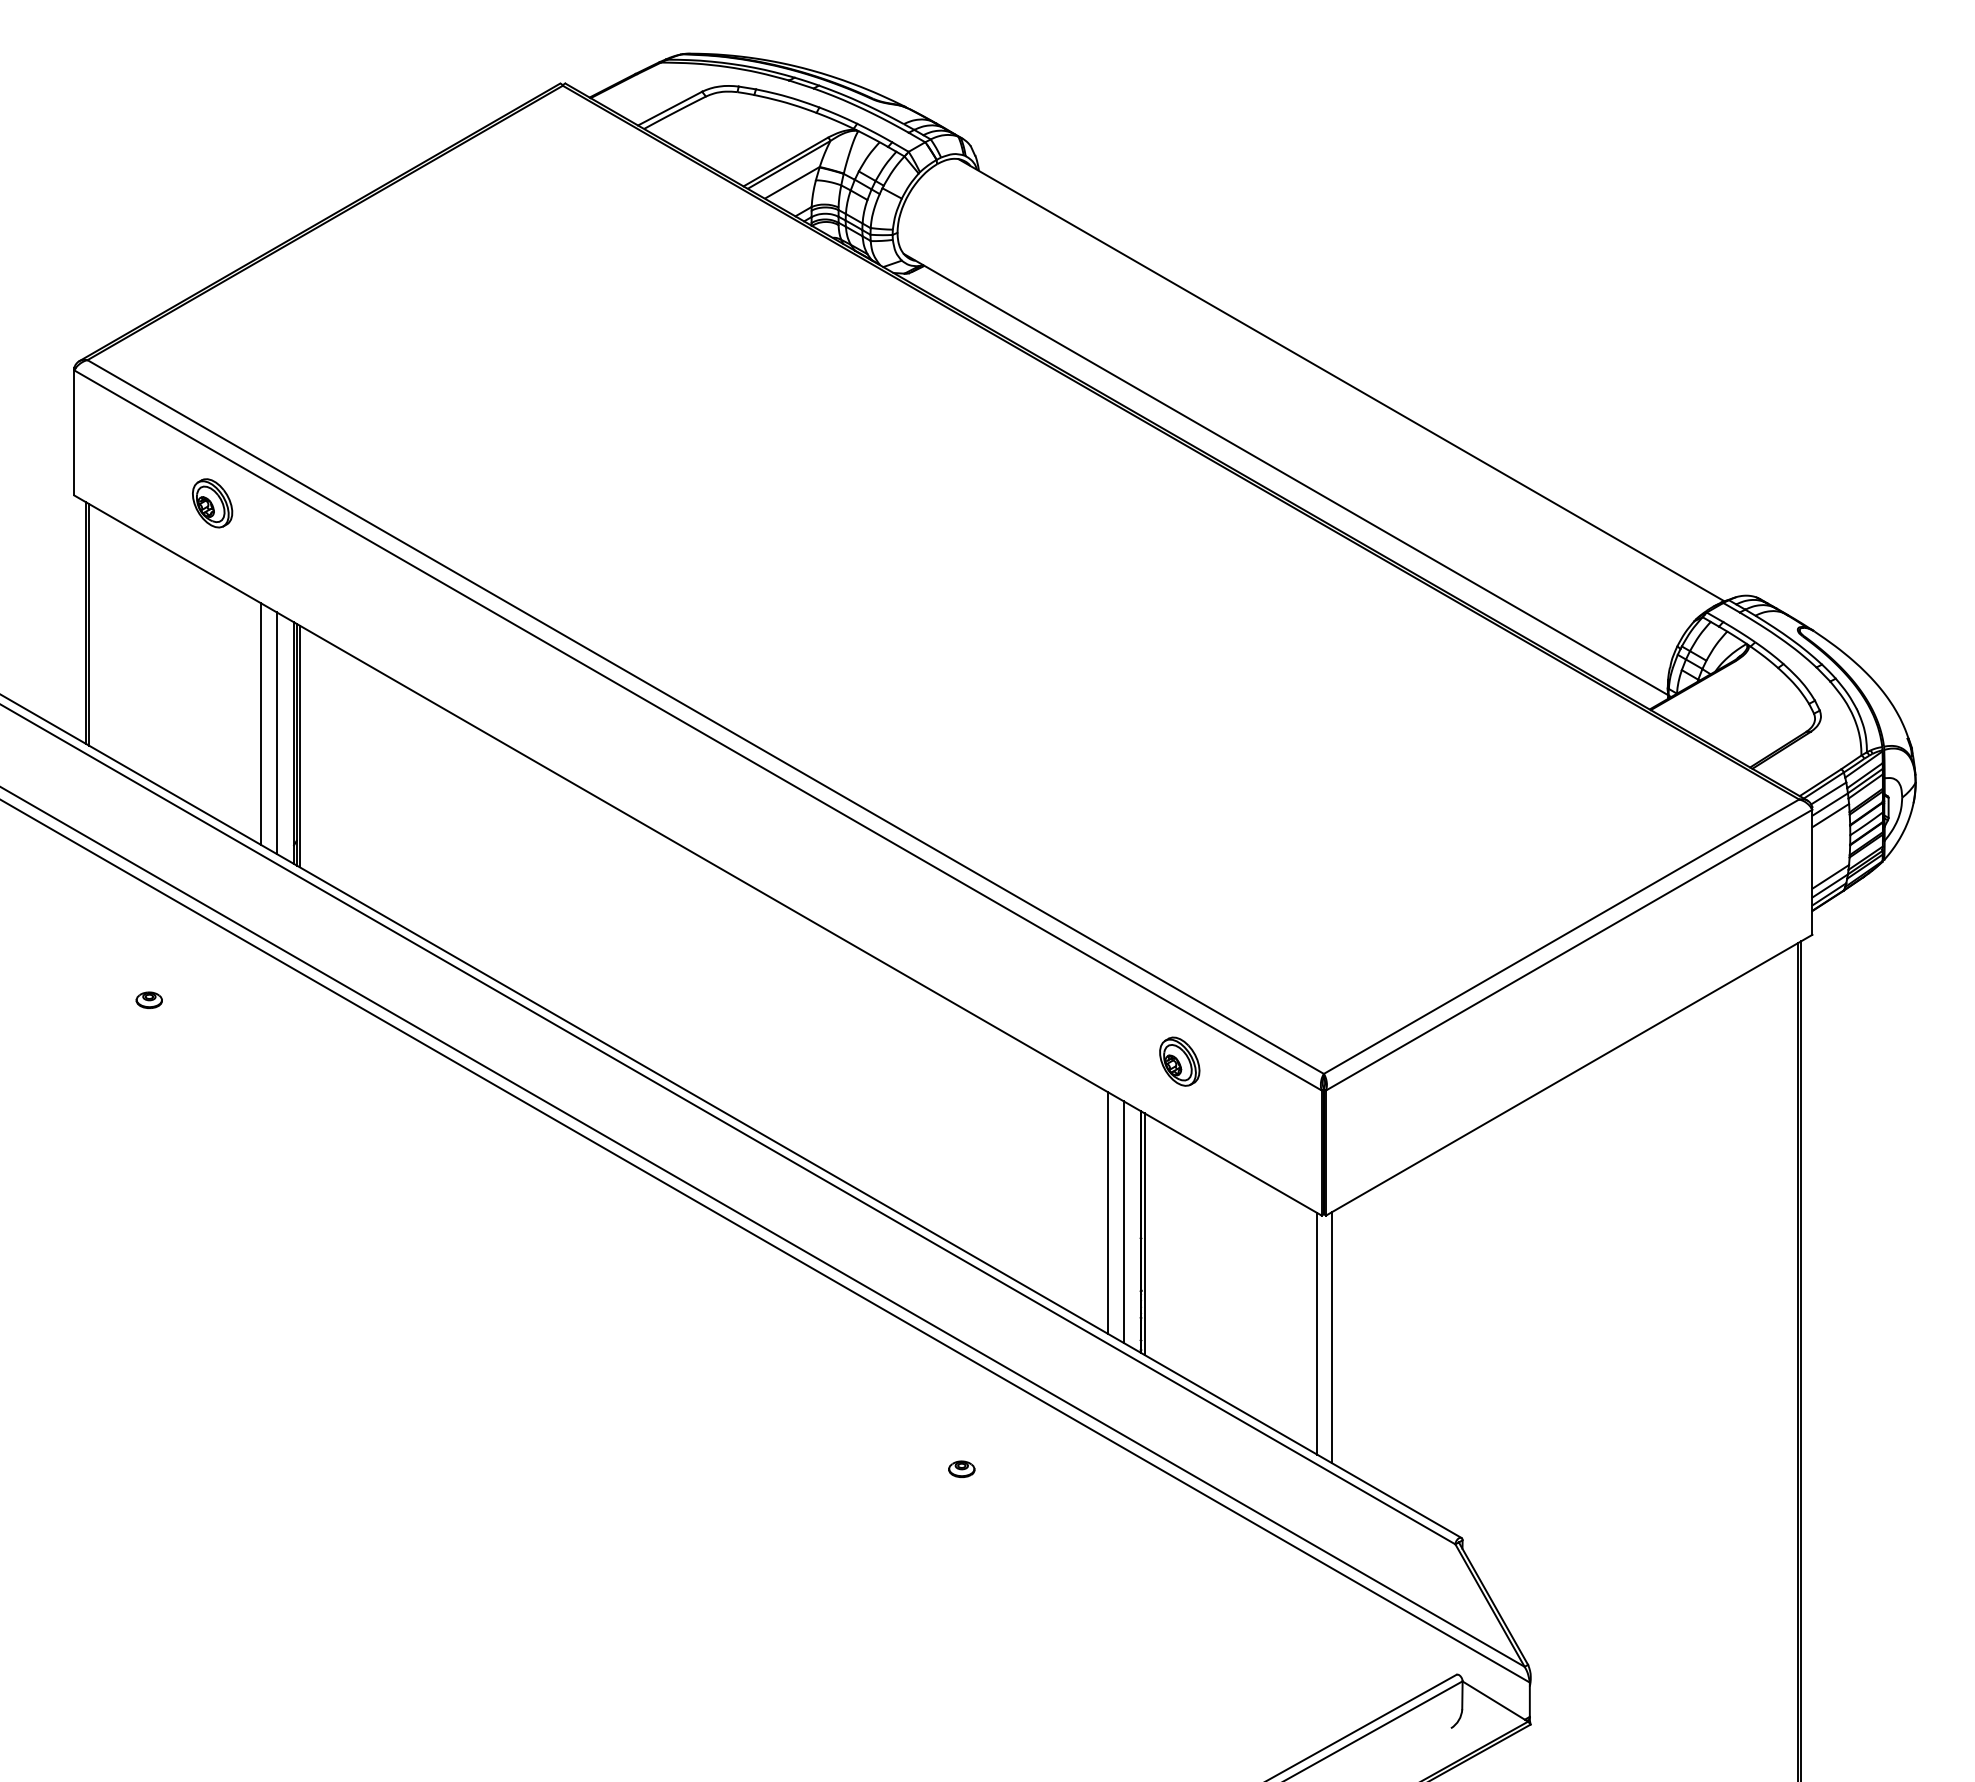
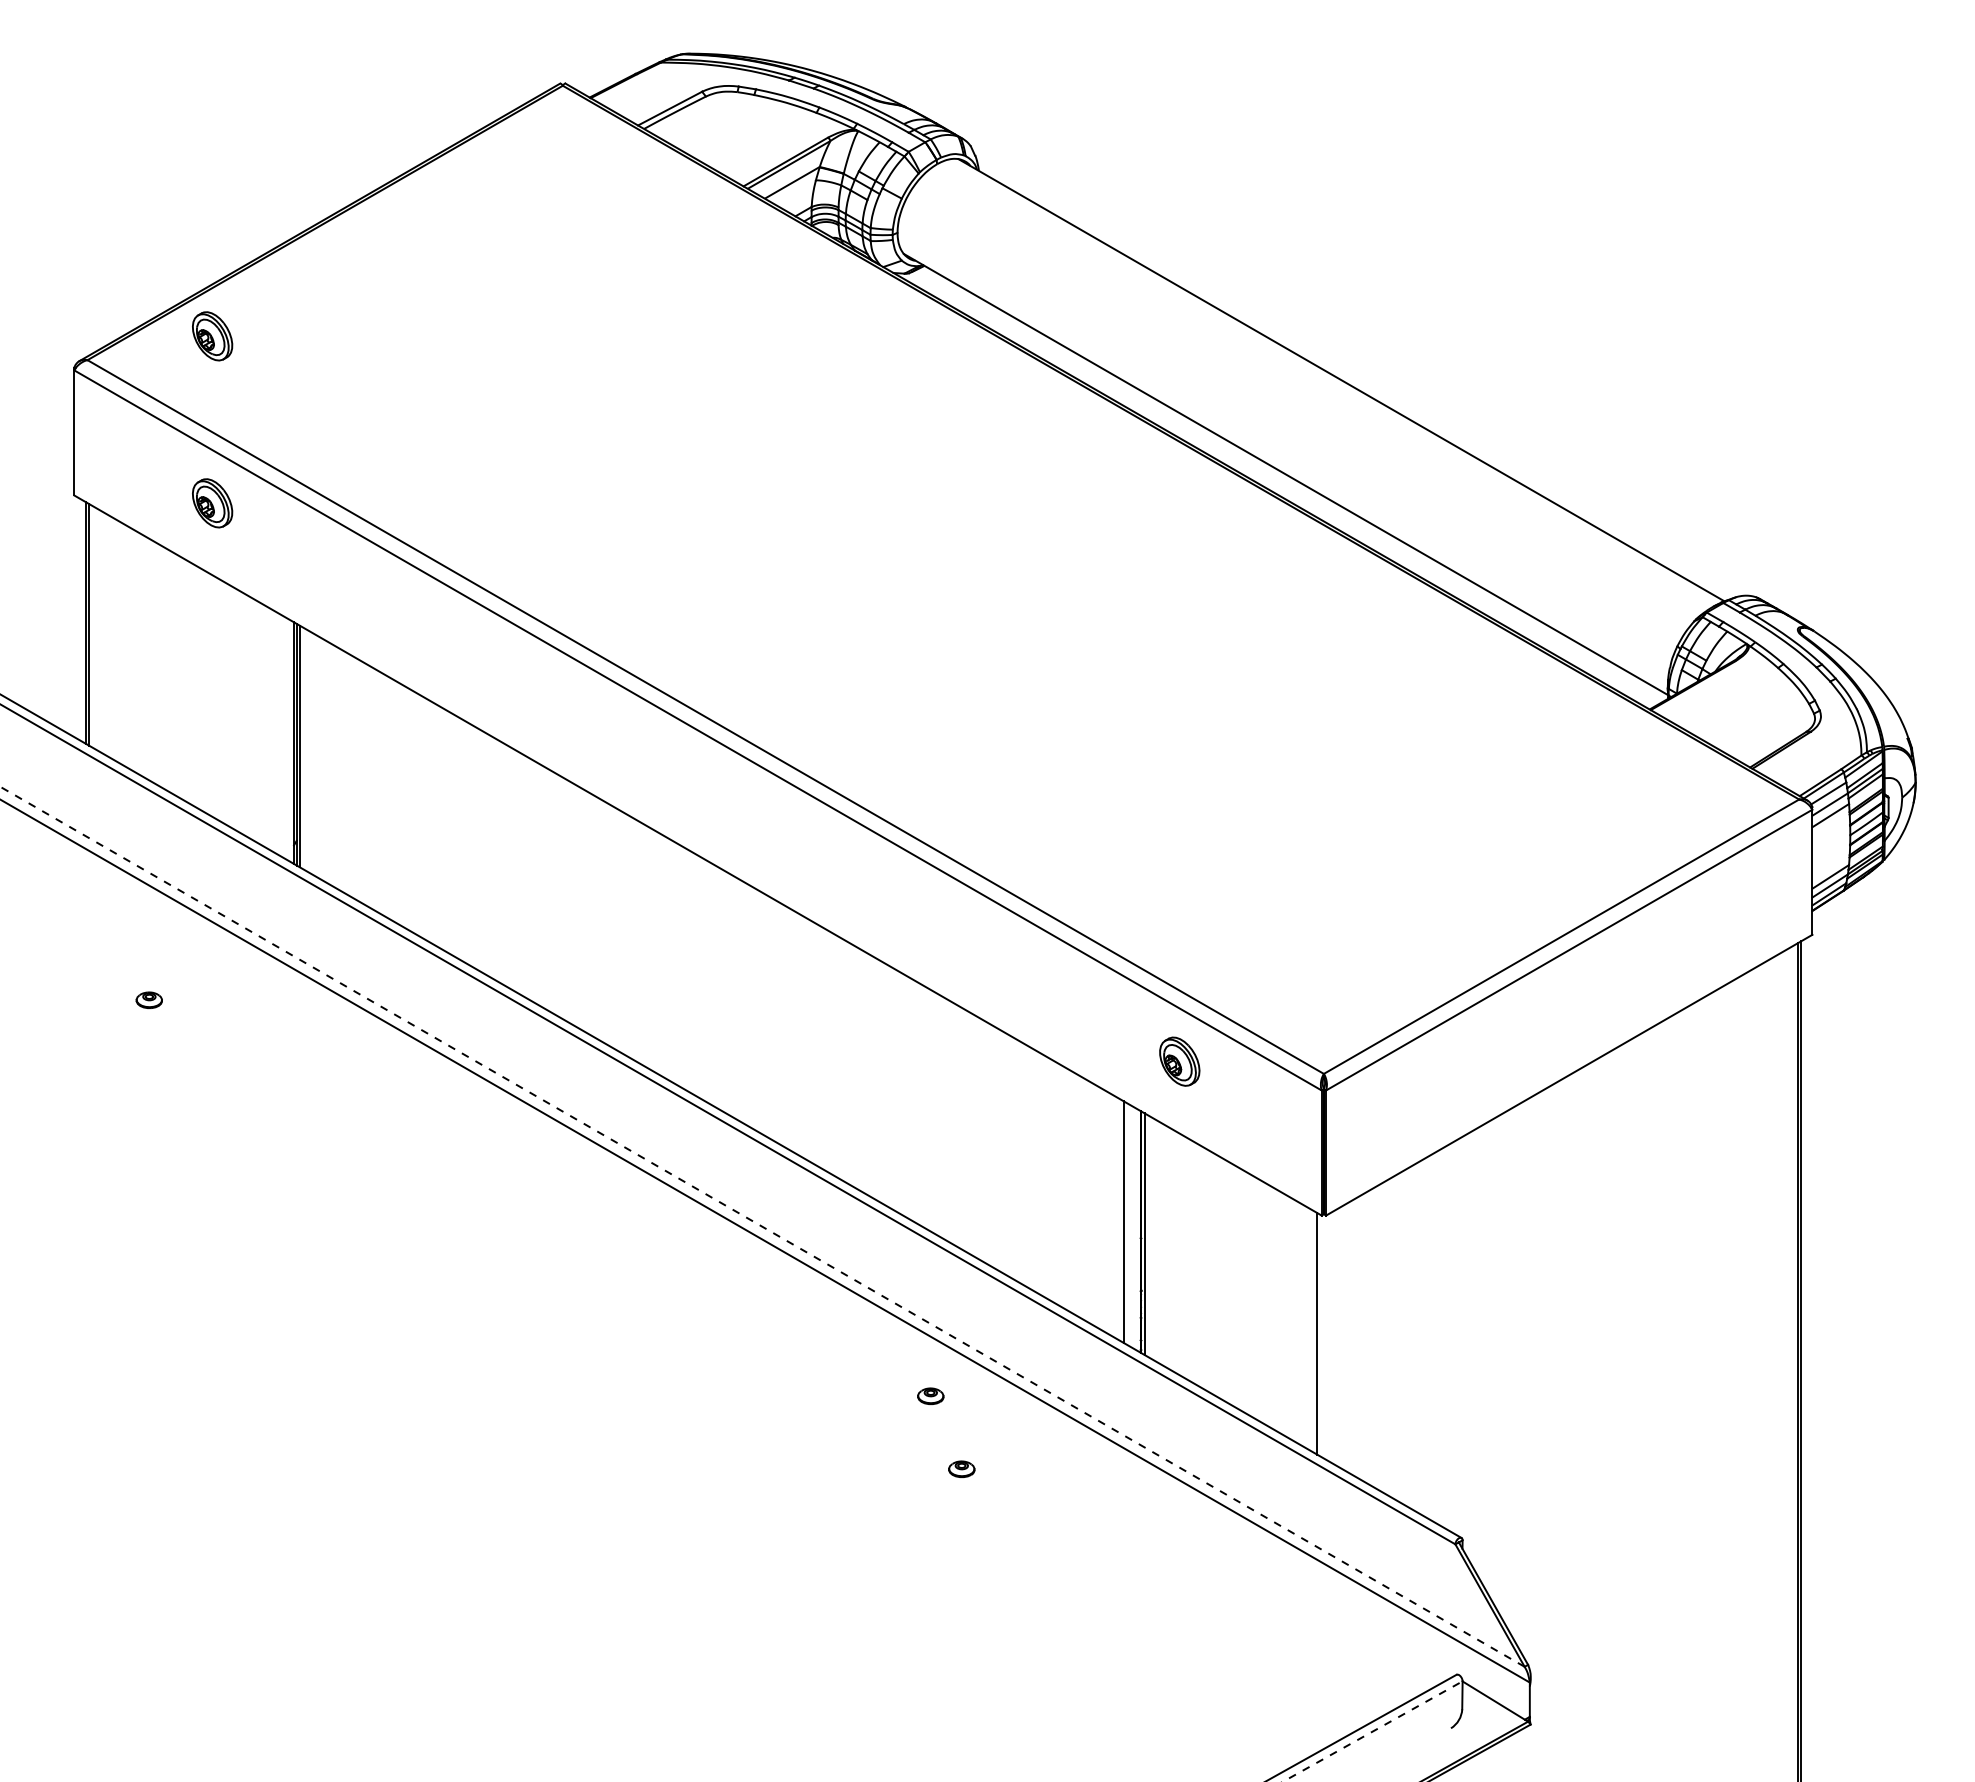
part at (212, 336): none -> present
line at (261, 724): present -> none
line at (276, 733): present -> none
line at (1108, 1212): present -> none
line at (762, 1226): solid -> dashed
line at (1332, 1337): present -> none
part at (930, 1395): none -> present
line at (1372, 1731): solid -> dashed
